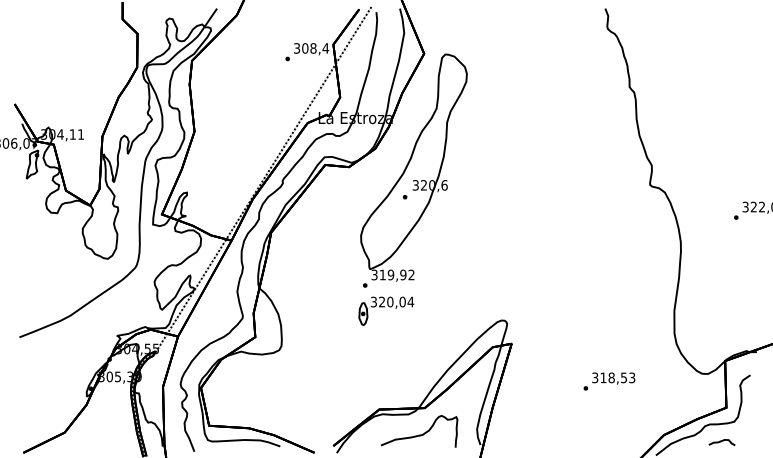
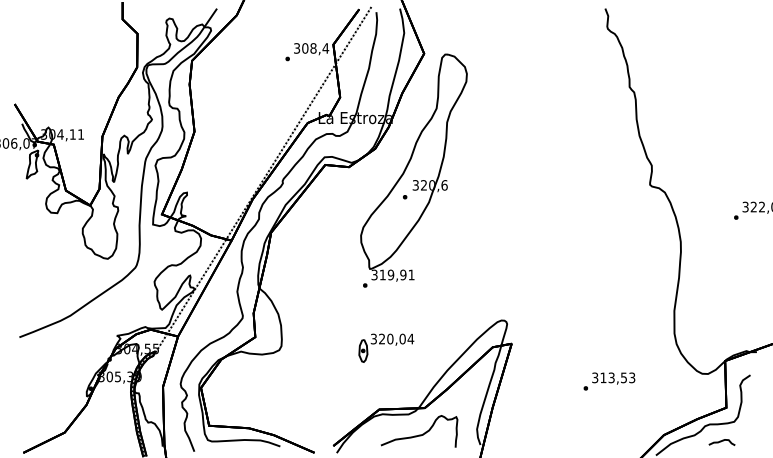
text at (411, 274): 319,92 -> 319,91
part at (386, 310) position: (386, 310) -> (386, 347)
text at (611, 377): 318,53 -> 313,53
